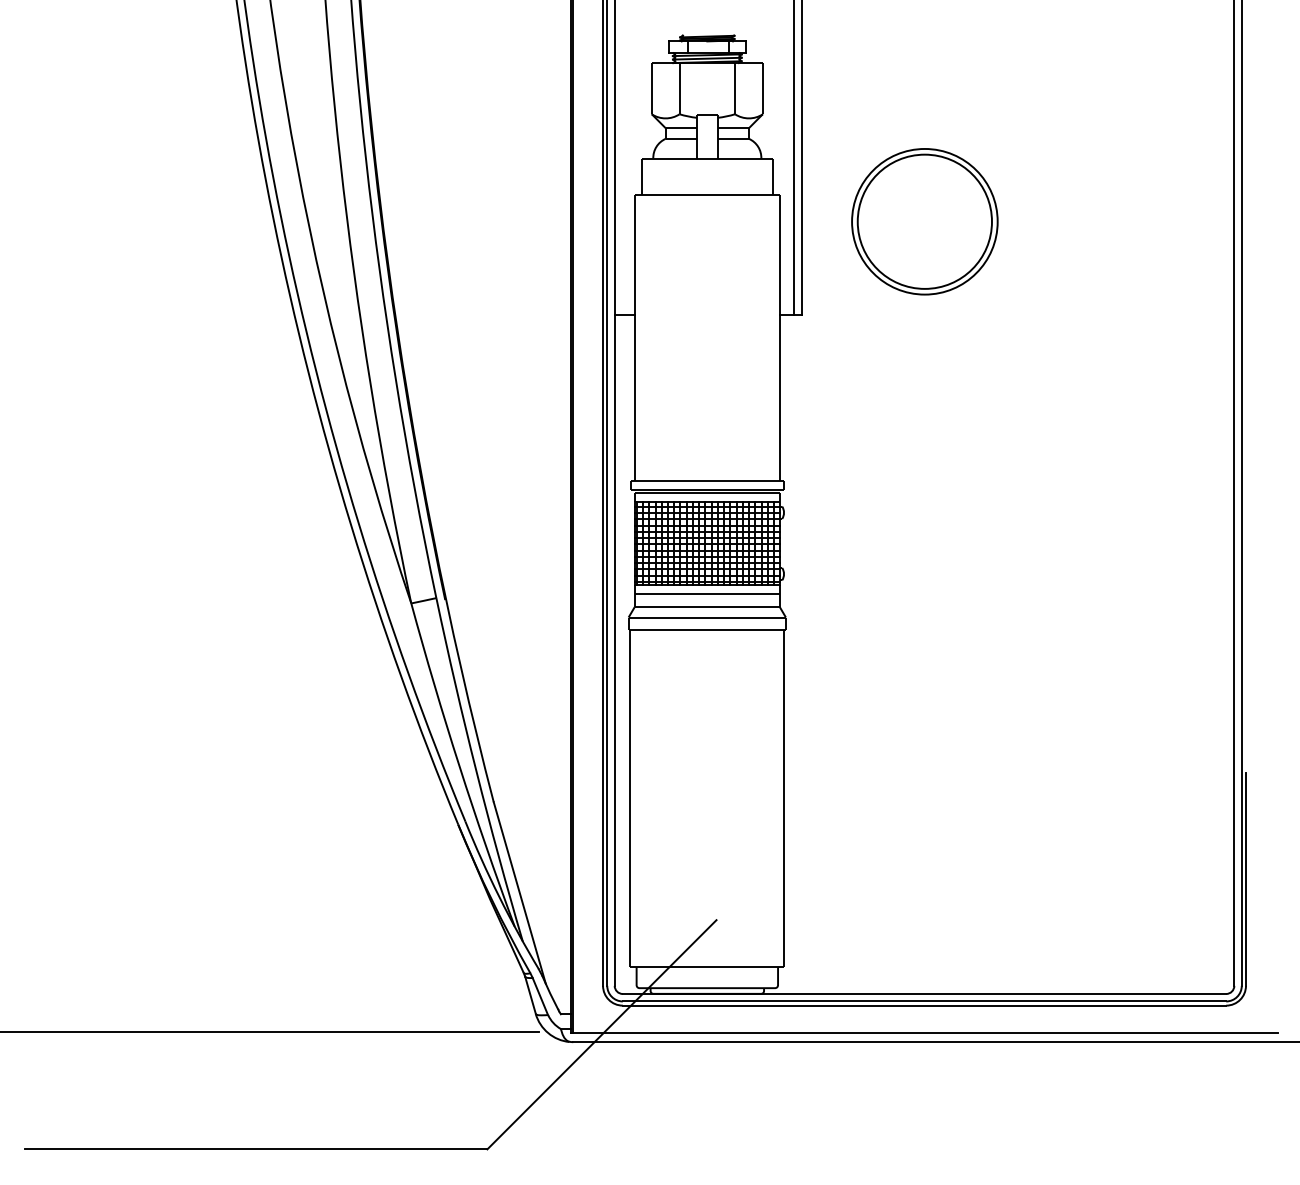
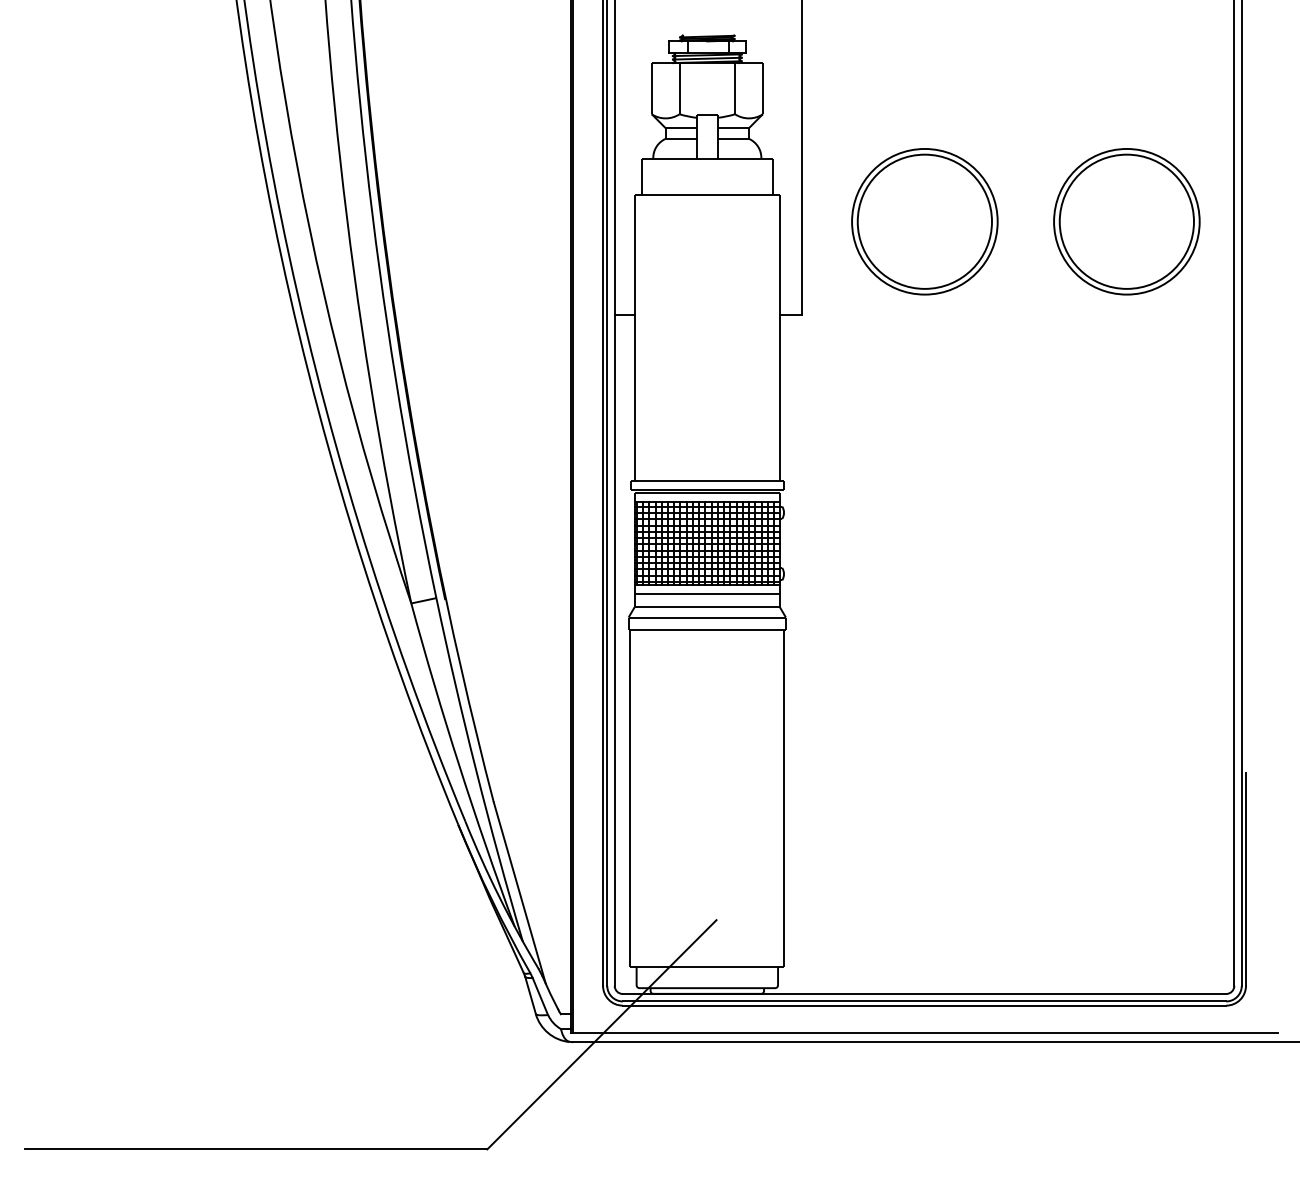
line at (794, 158): present -> none
part at (1126, 221): none -> present
line at (270, 1031): present -> none
